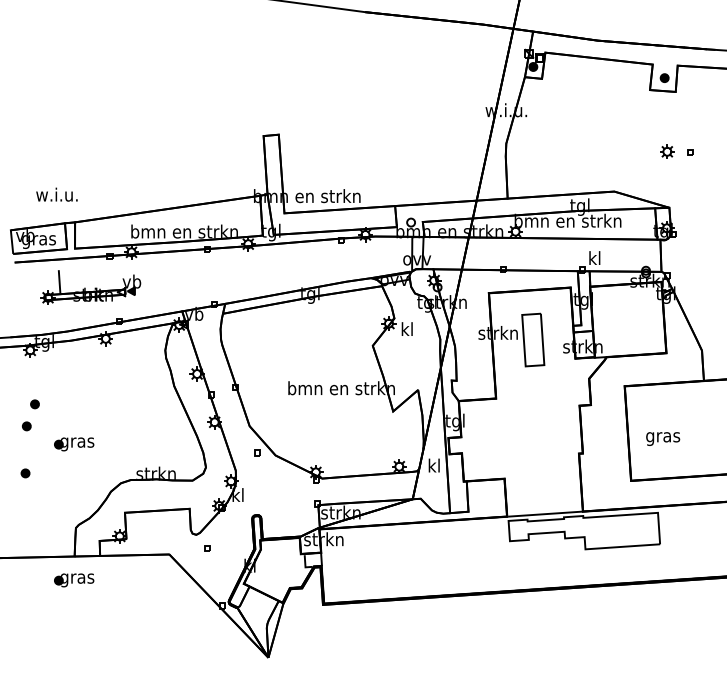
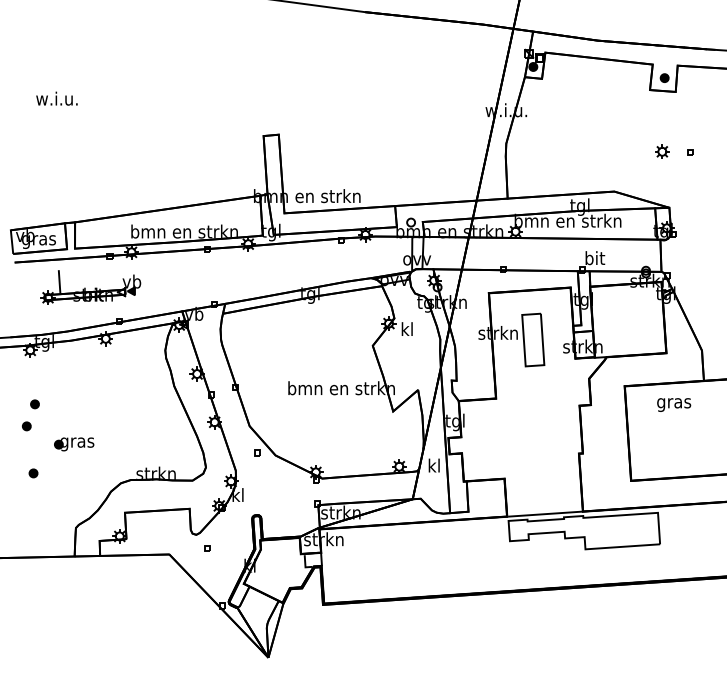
part at (667, 151) position: (667, 151) -> (662, 151)
text at (56, 194) position: (56, 194) -> (56, 98)
text at (595, 258): kl -> bit
text at (663, 438) position: (663, 438) -> (674, 404)
part at (25, 473) position: (25, 473) -> (33, 473)
part at (74, 580): present -> none
